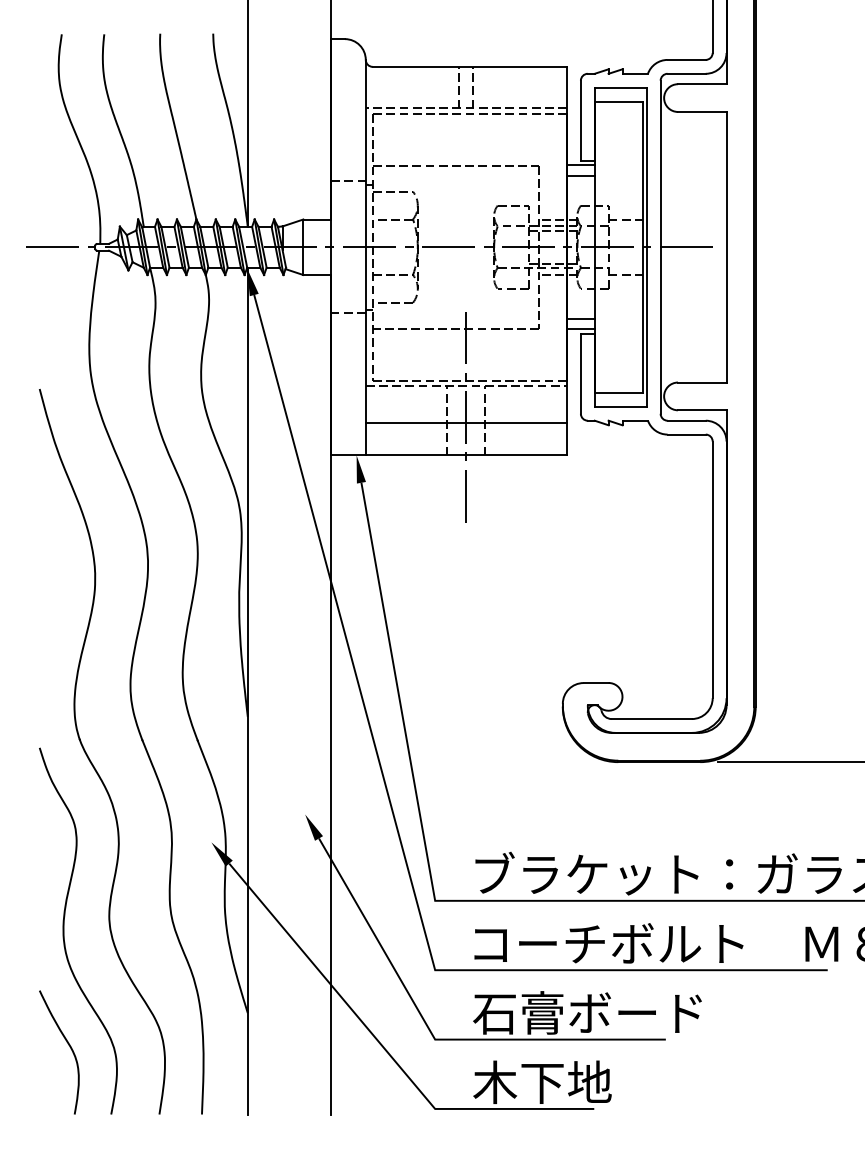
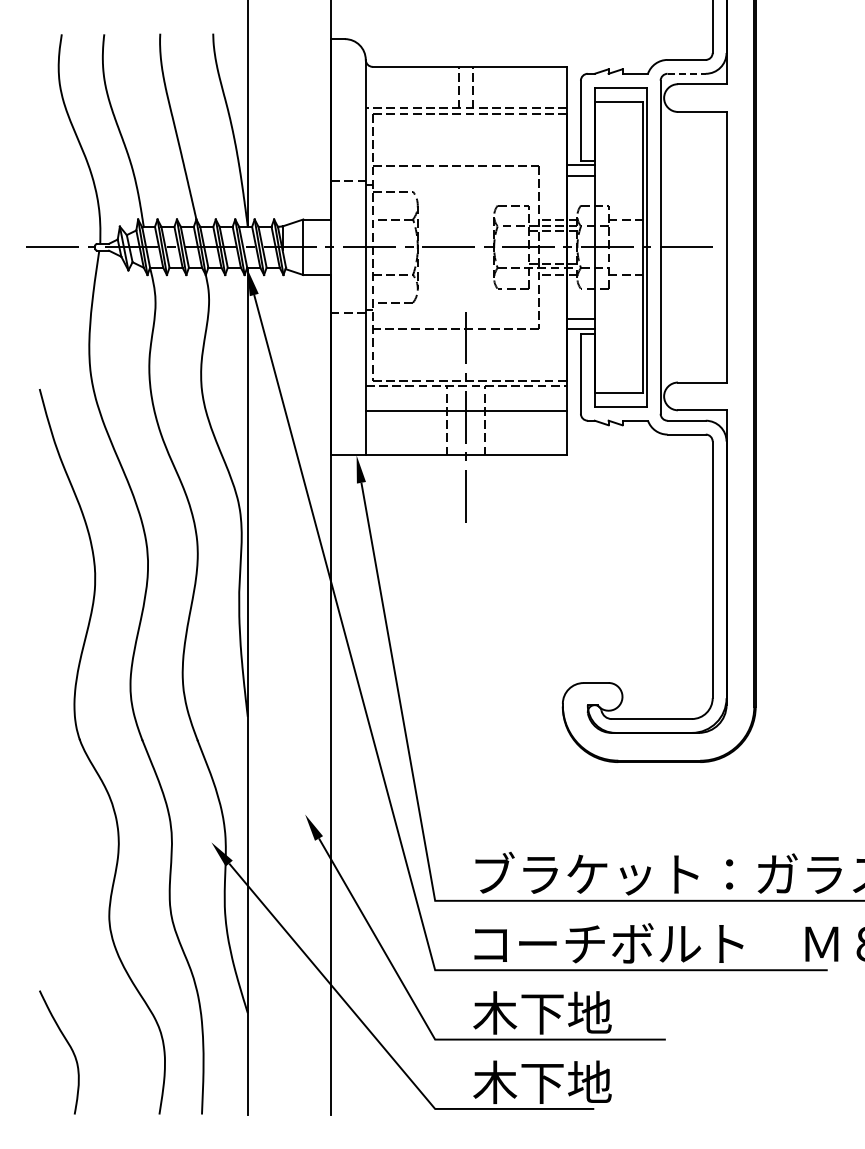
line at (687, 73): solid -> dashed
line at (465, 422) position: (465, 422) -> (465, 410)
line at (789, 762): present -> none
curve at (64, 930): present -> none
text at (587, 1012): 石膏ボード -> 木下地
